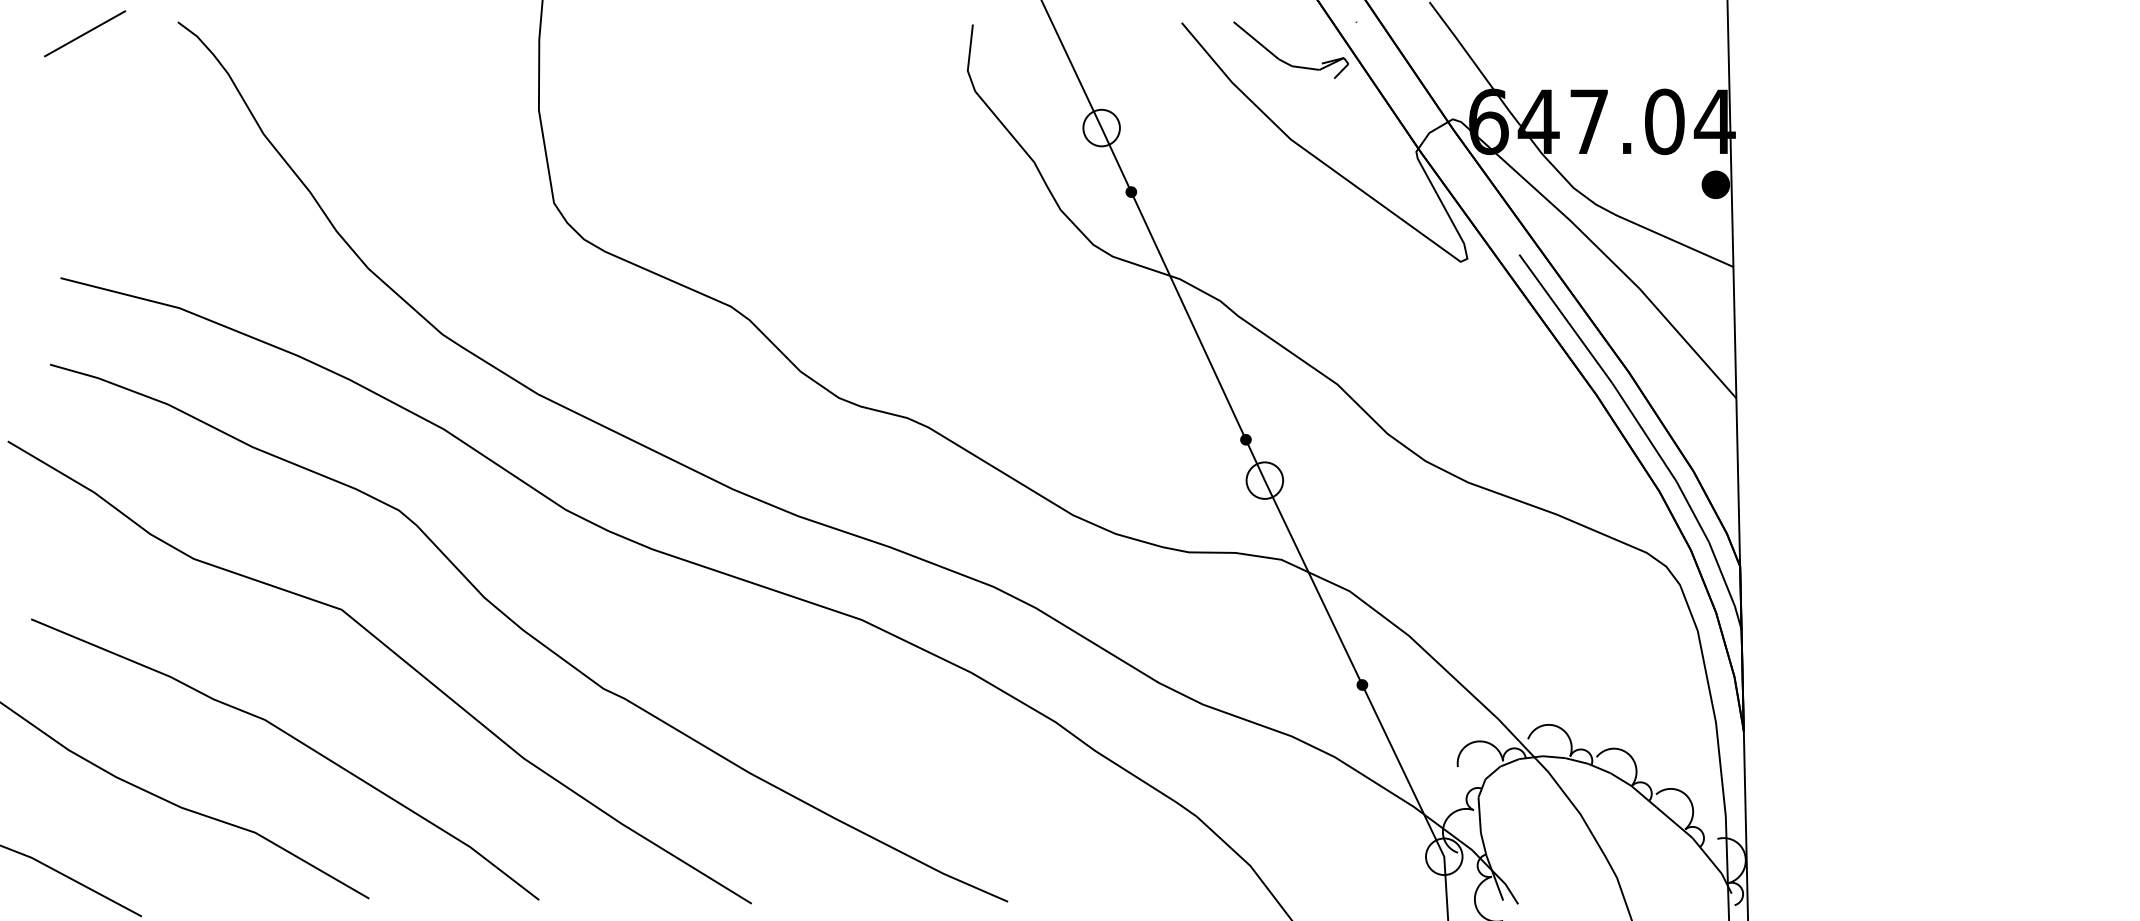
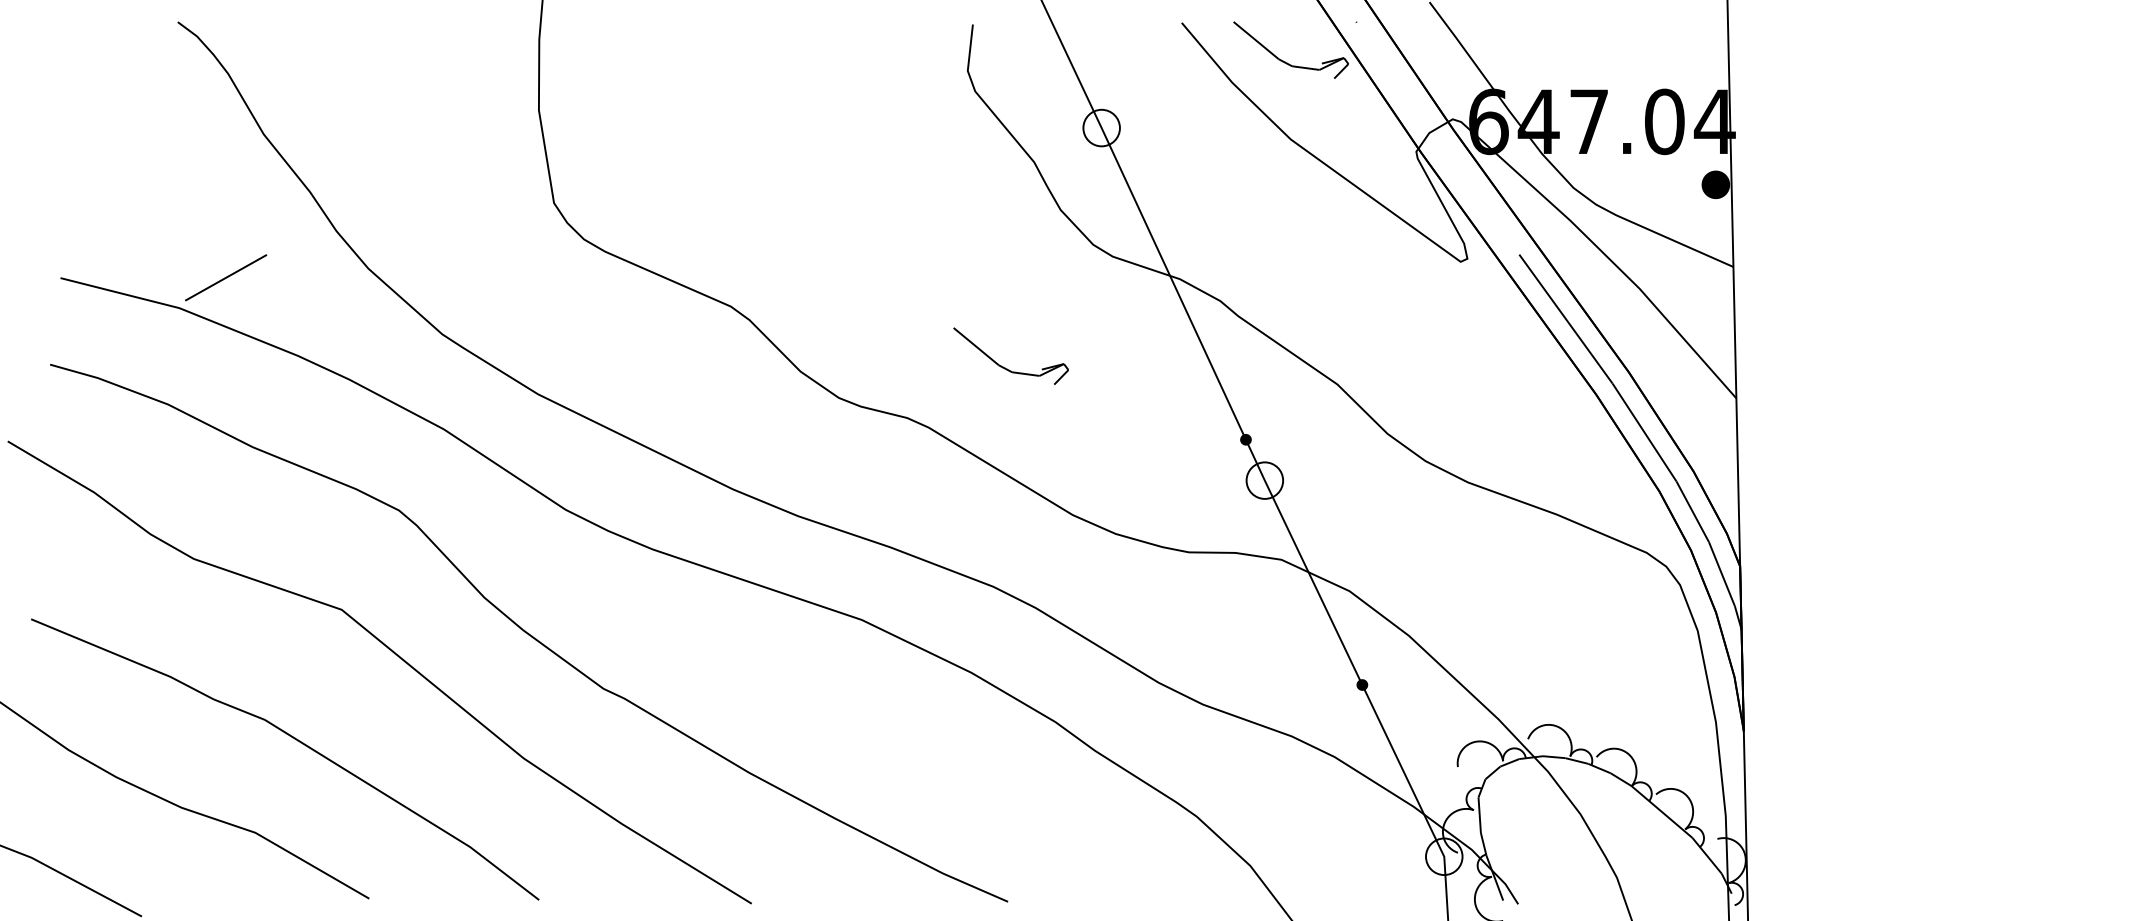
line at (85, 33) position: (85, 33) -> (226, 277)
fill at (1131, 191): present -> none
part at (1005, 367): none -> present
